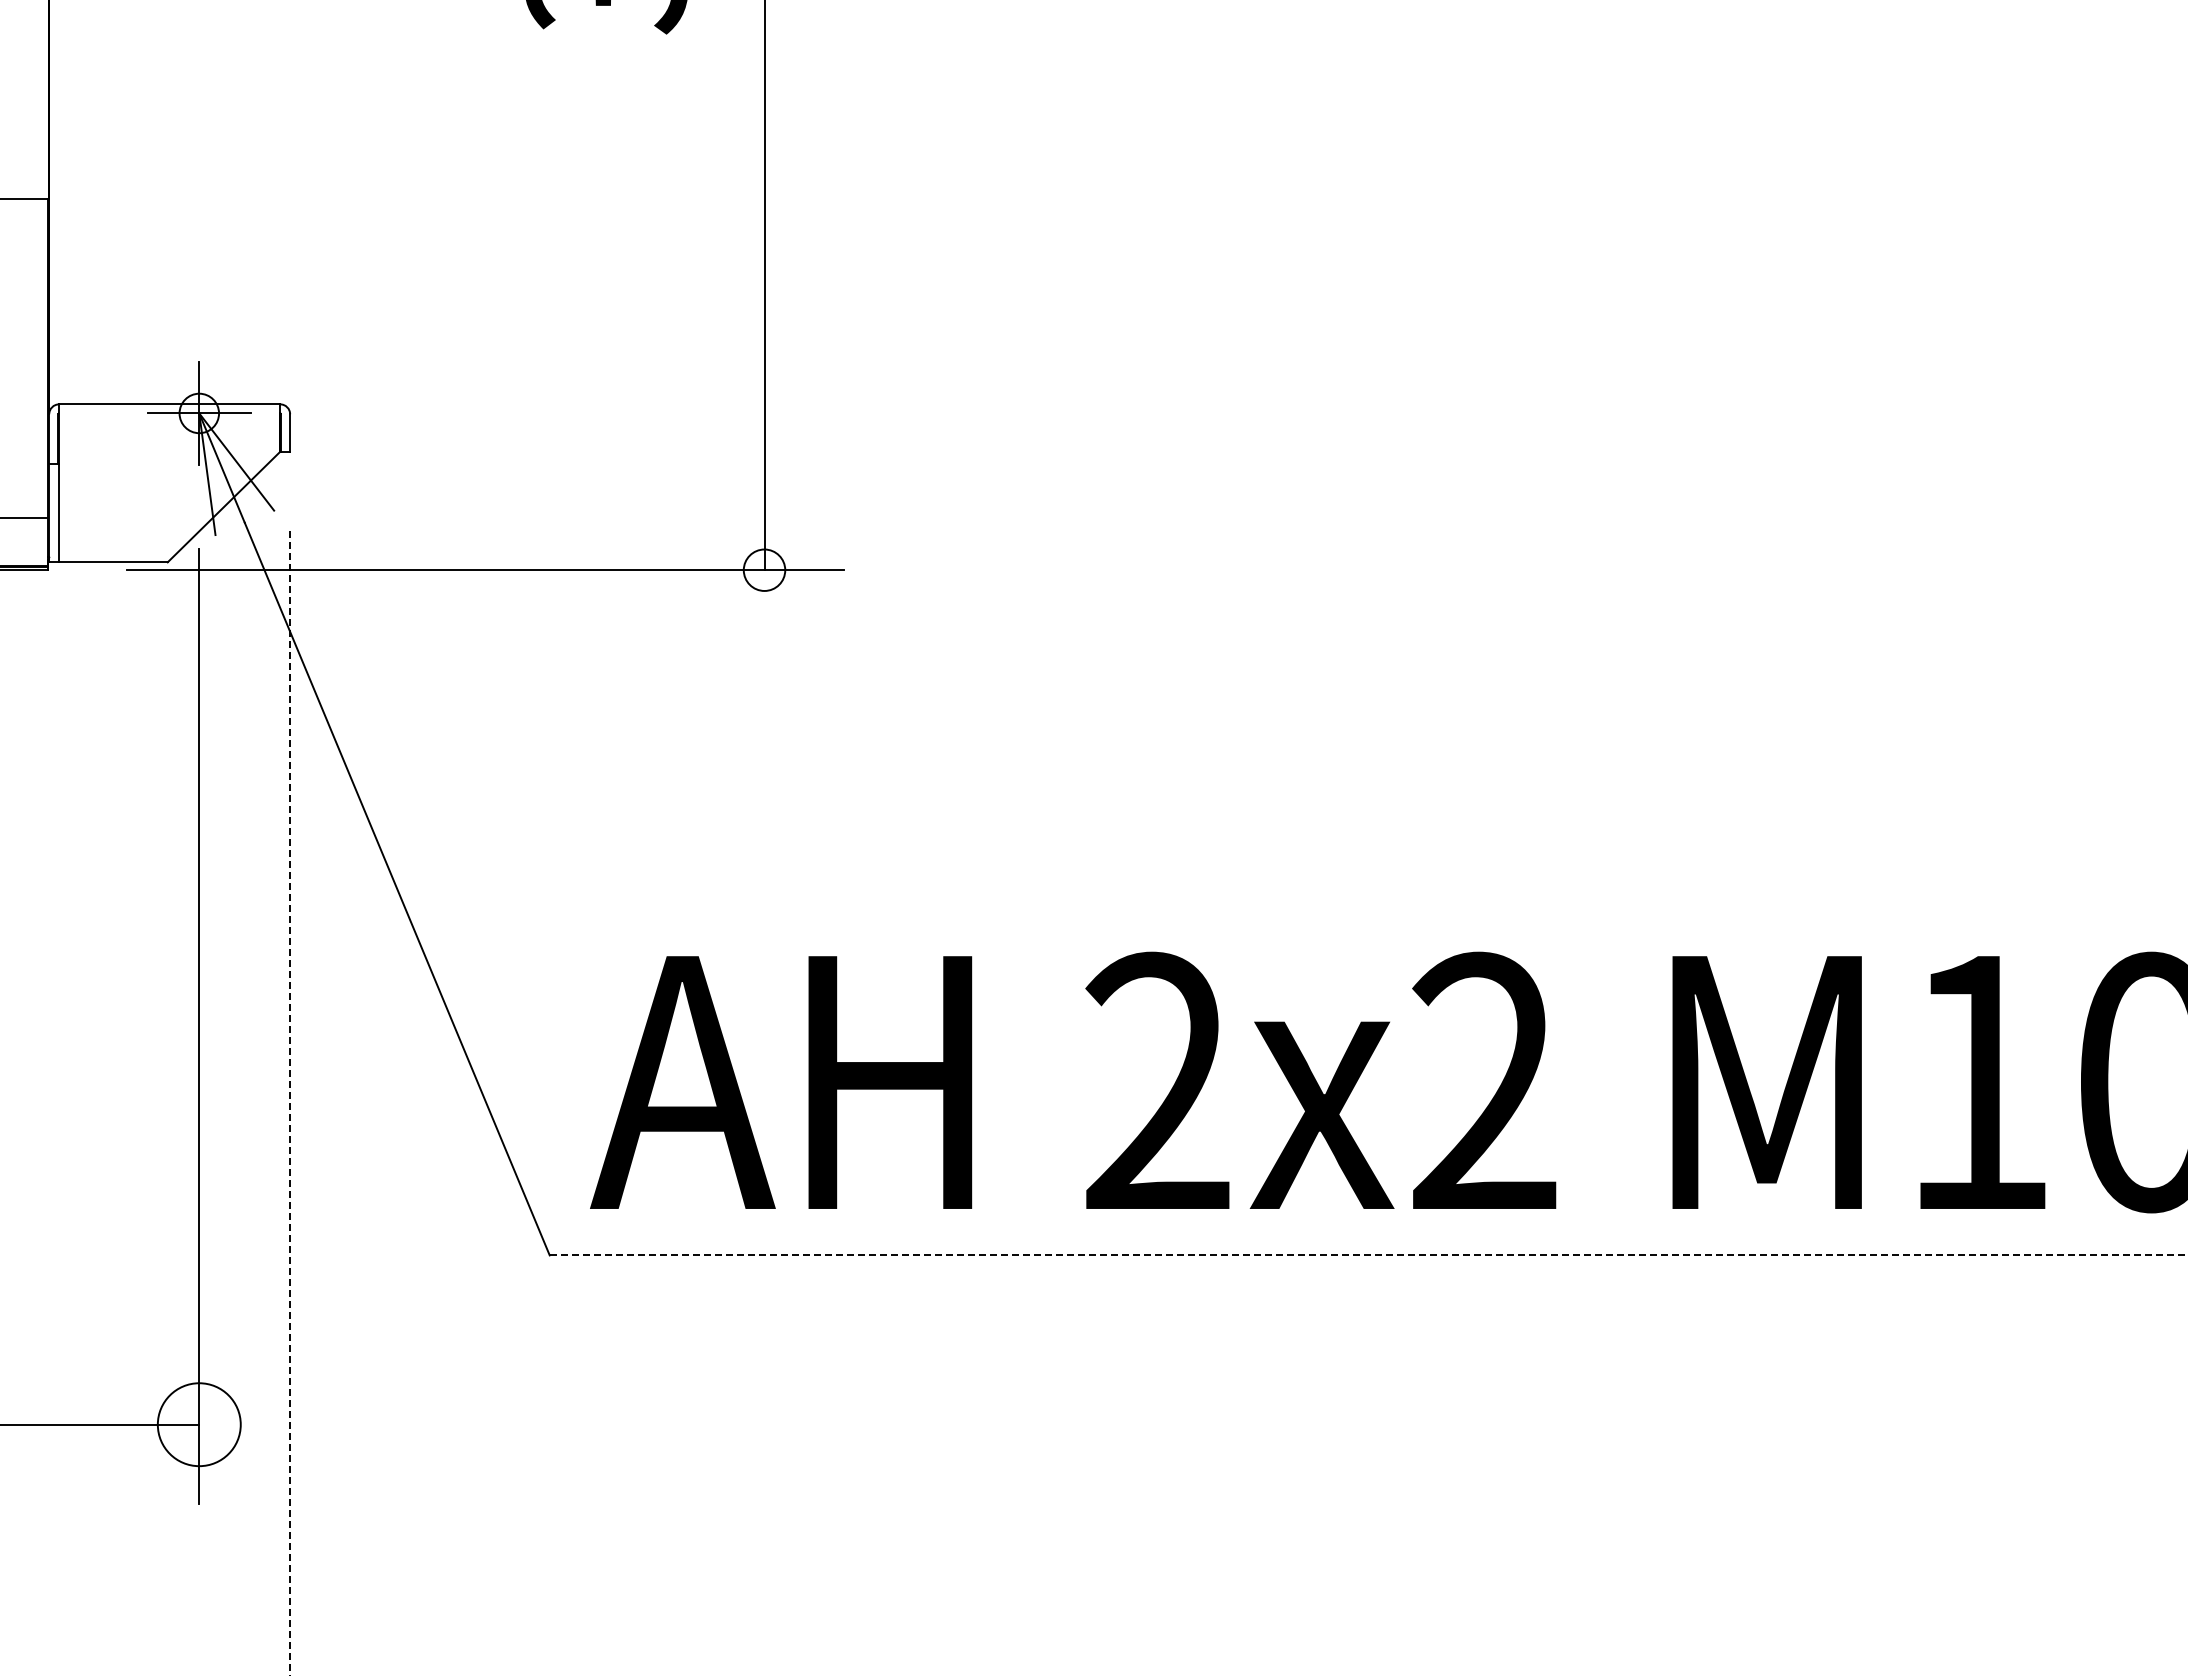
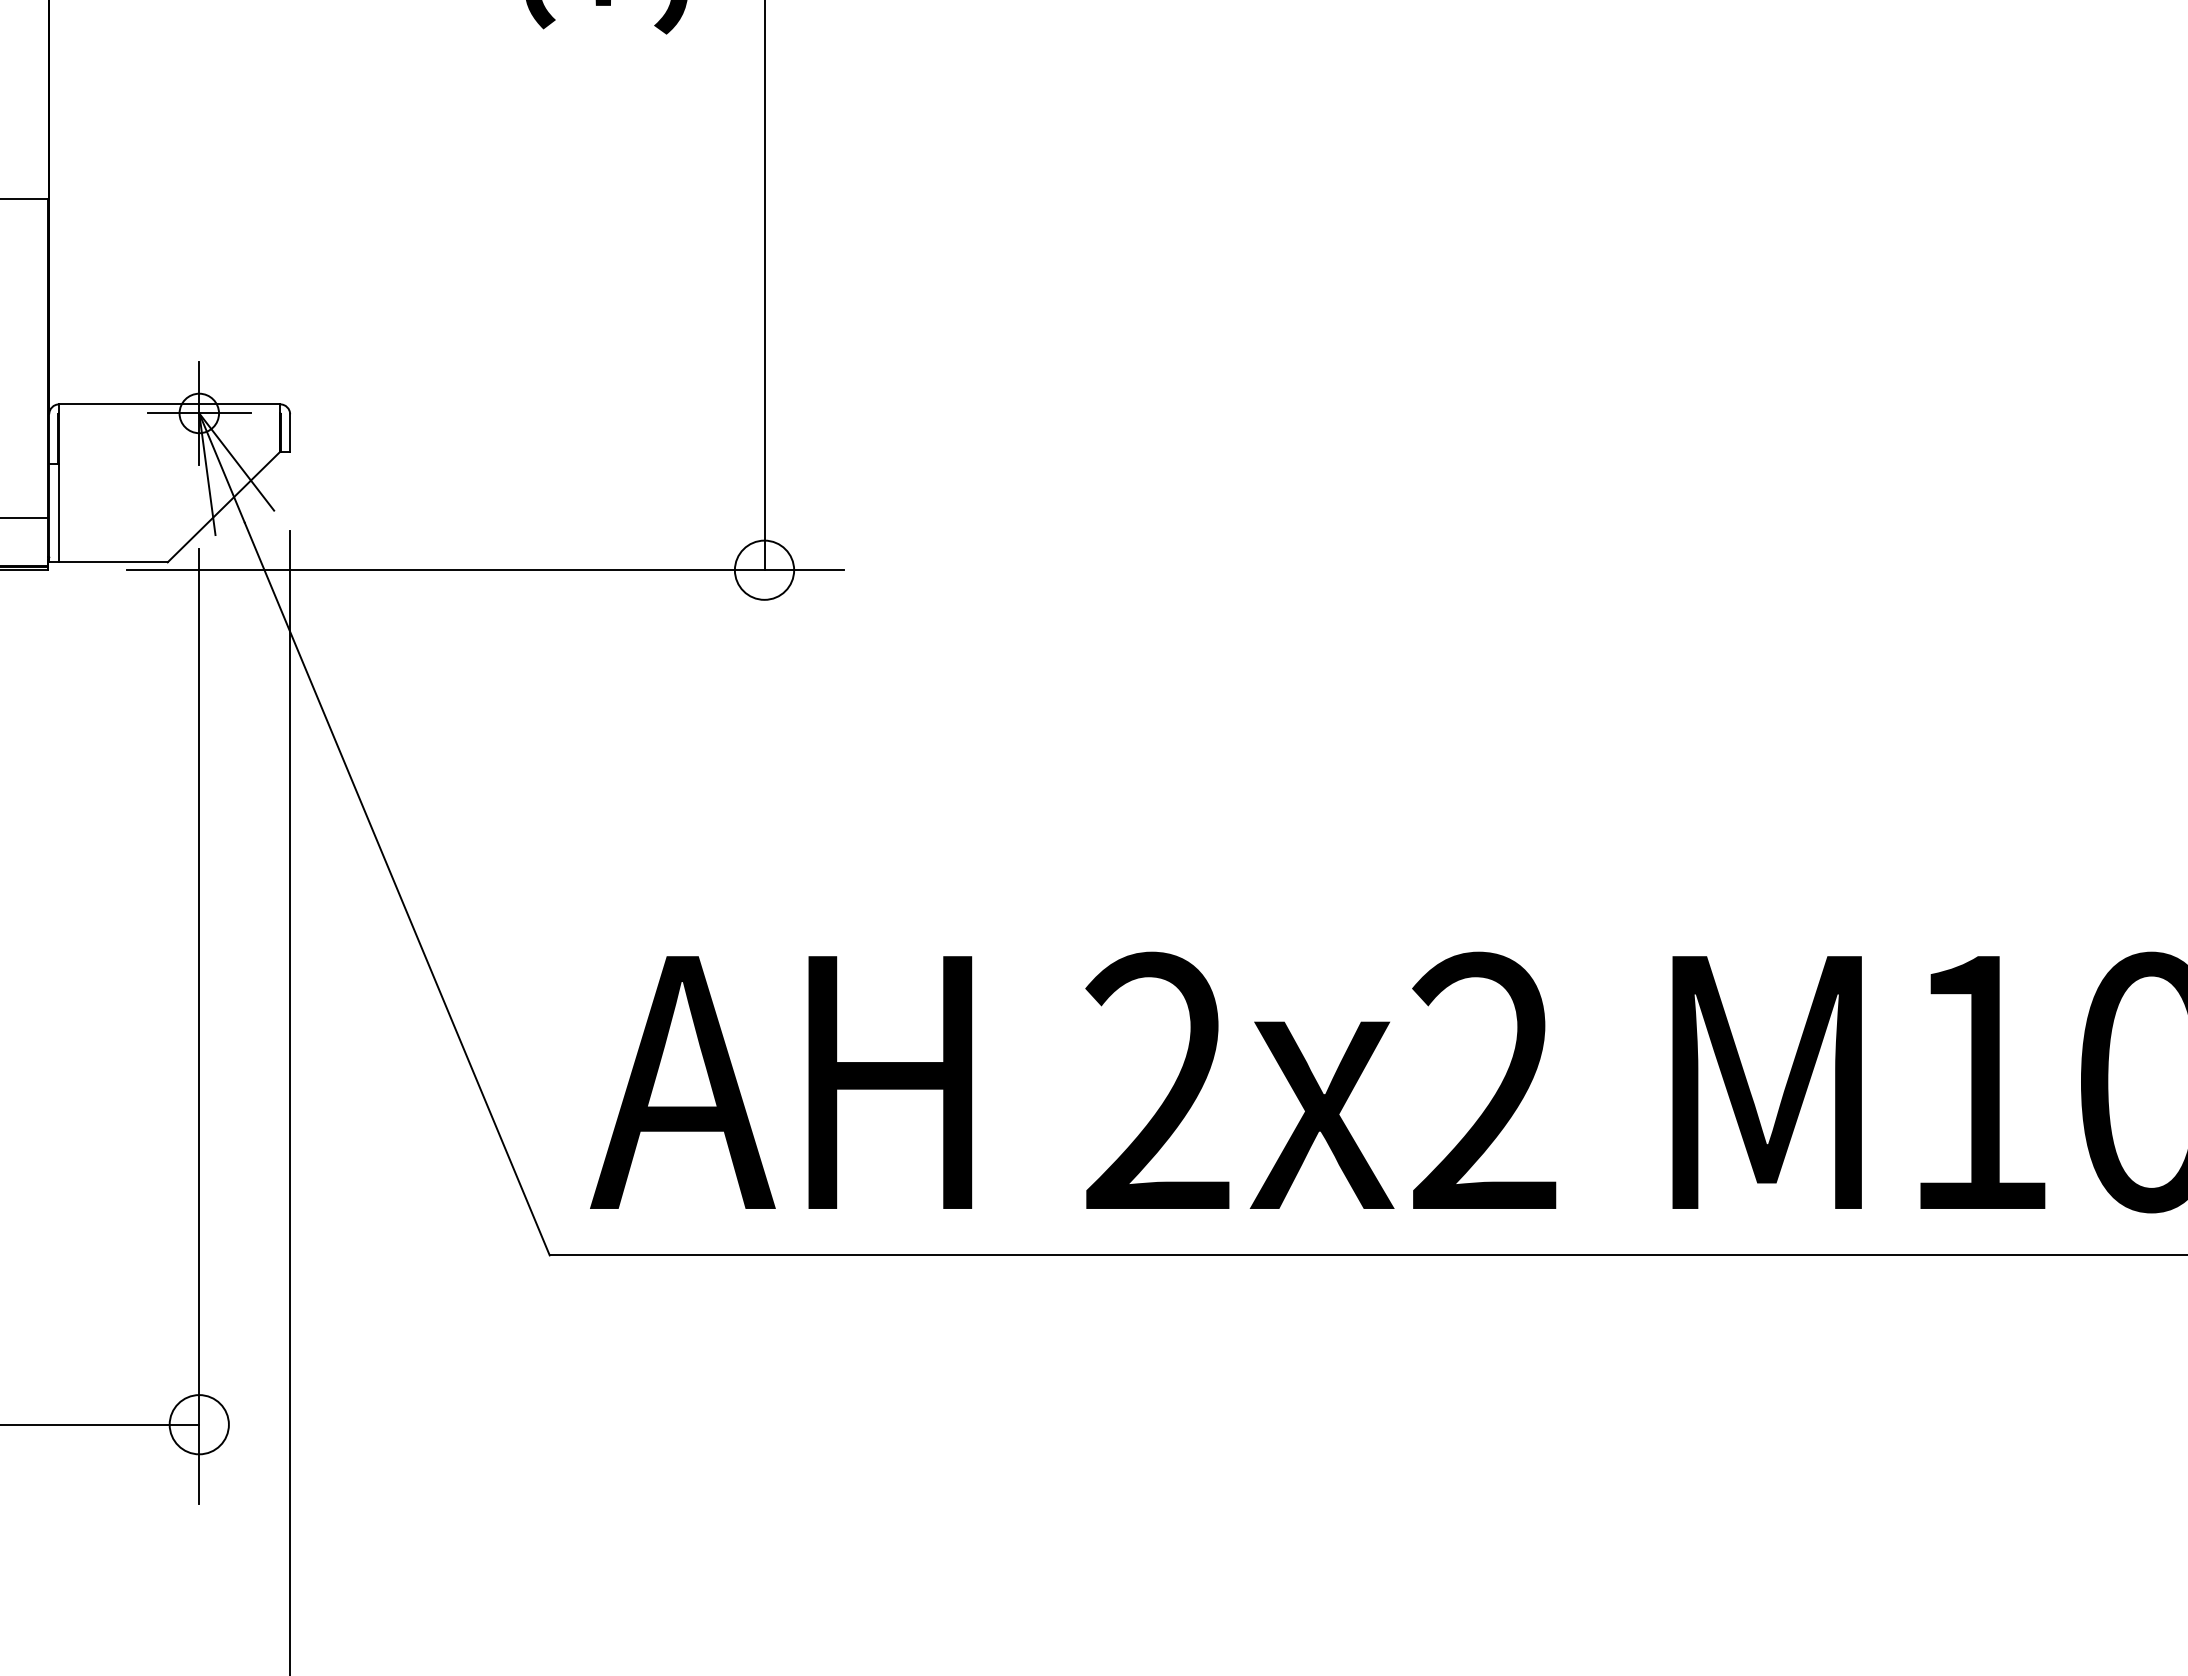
circle at (764, 569) diameter: 41 px -> 59 px
line at (290, 1103): dashed -> solid
line at (1368, 1255): dashed -> solid
circle at (198, 1424) diameter: 83 px -> 59 px
